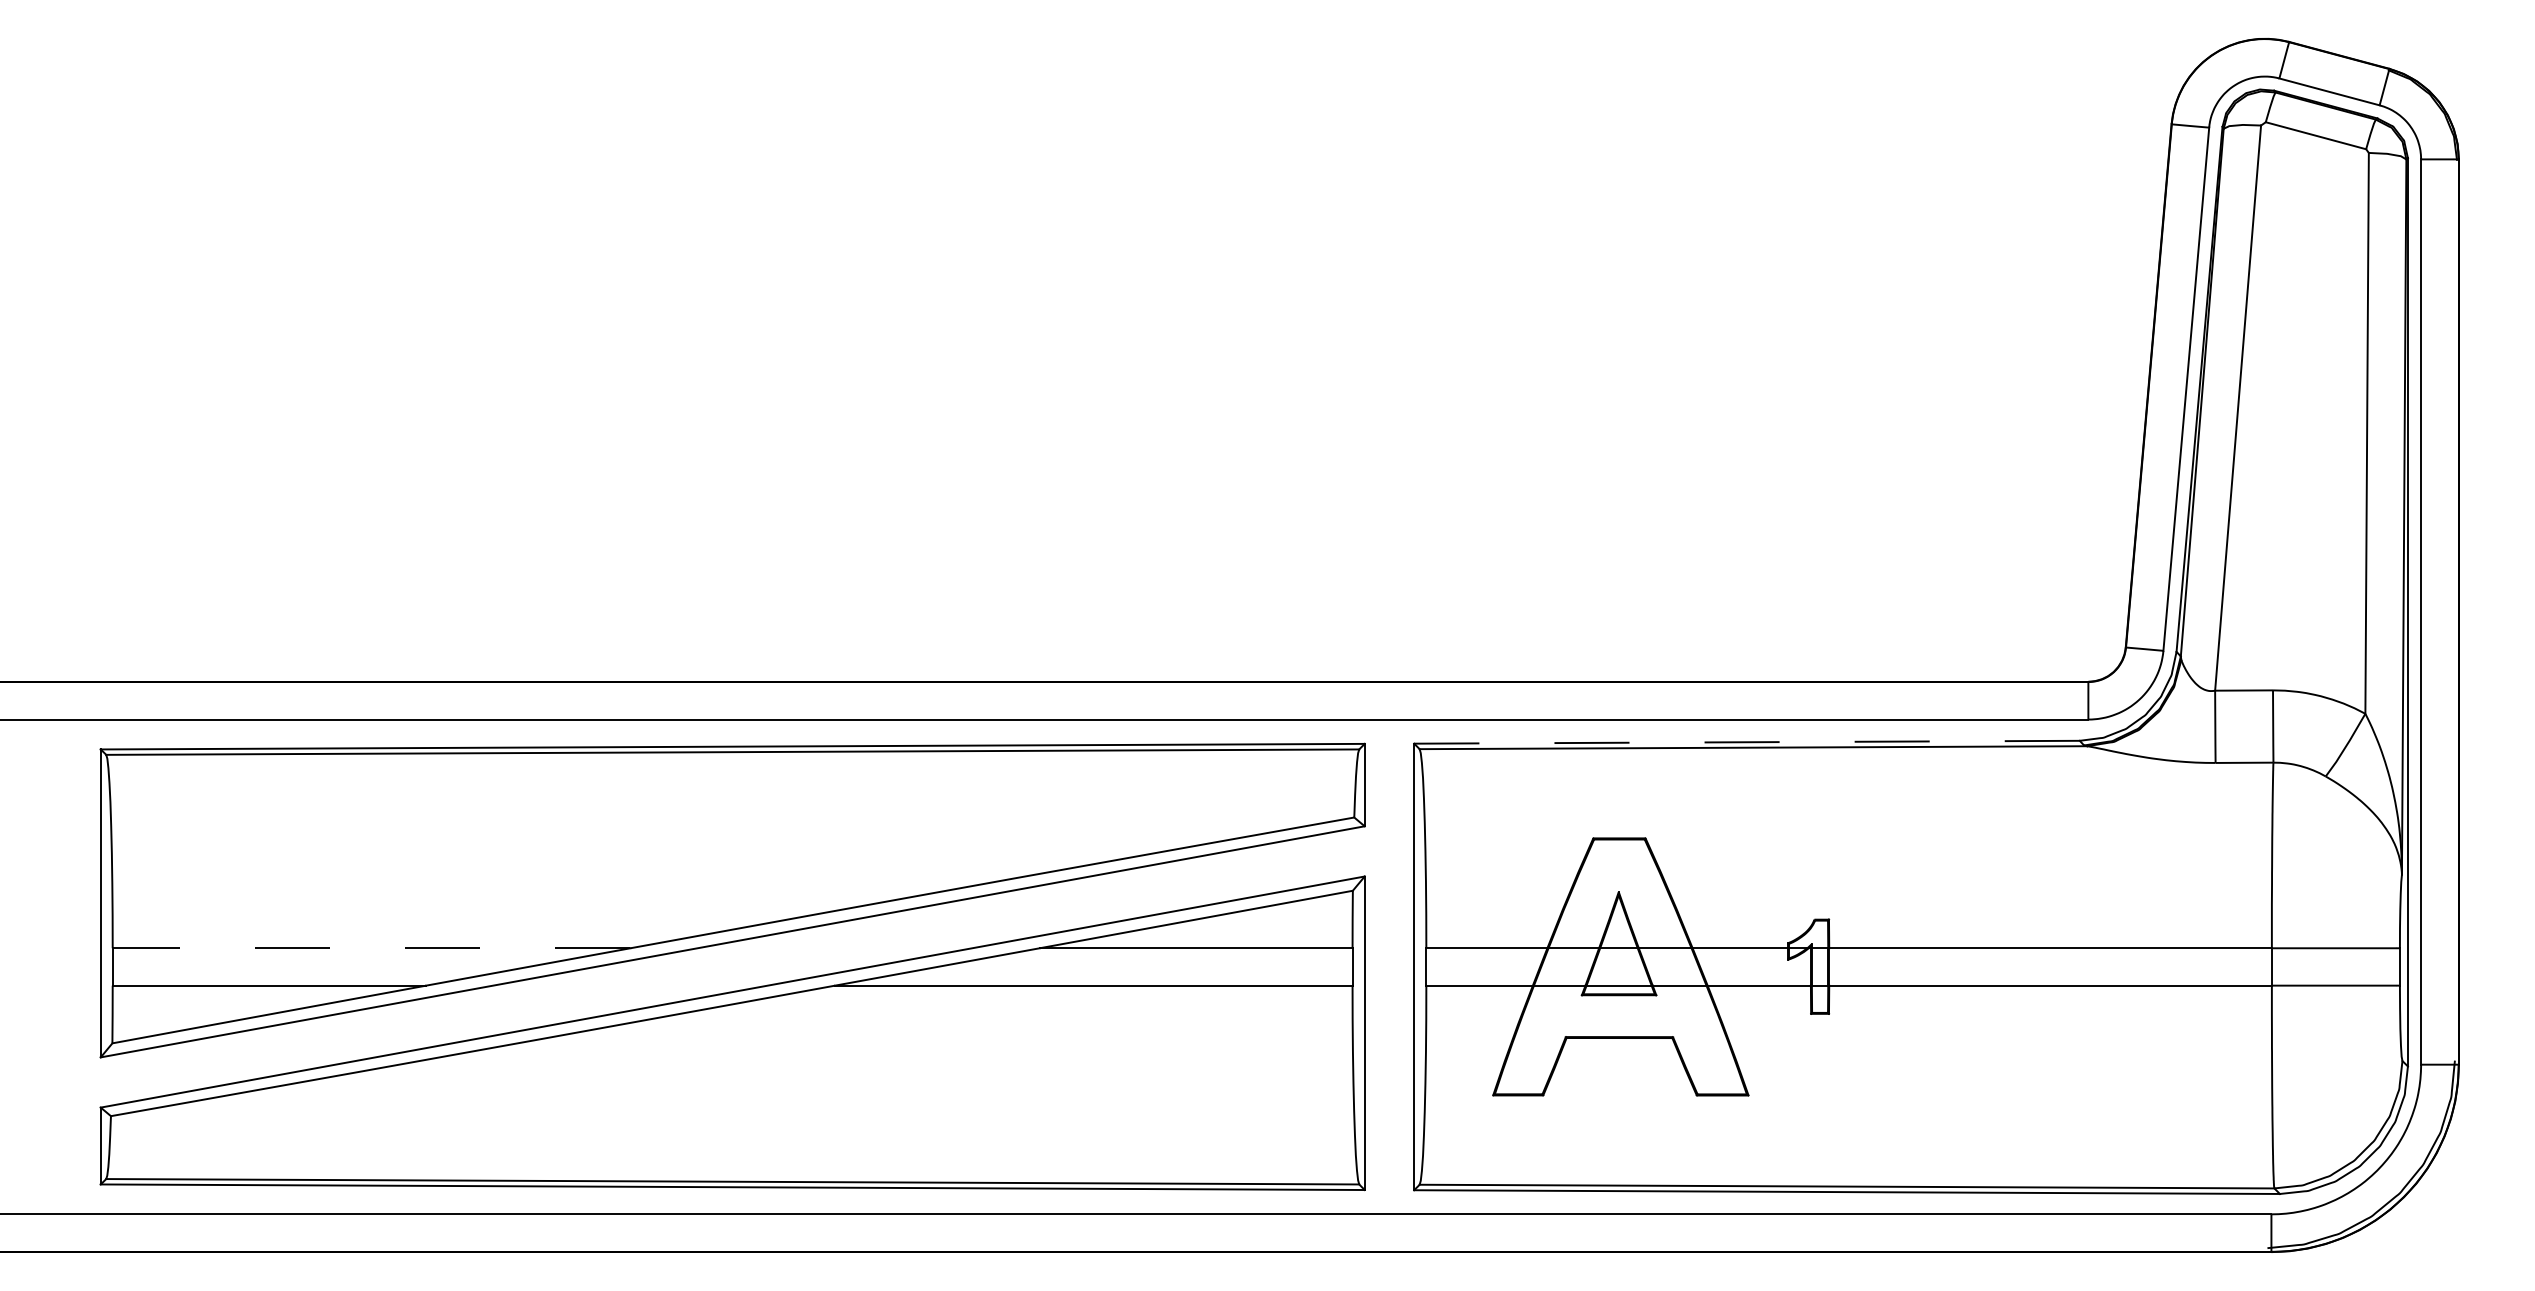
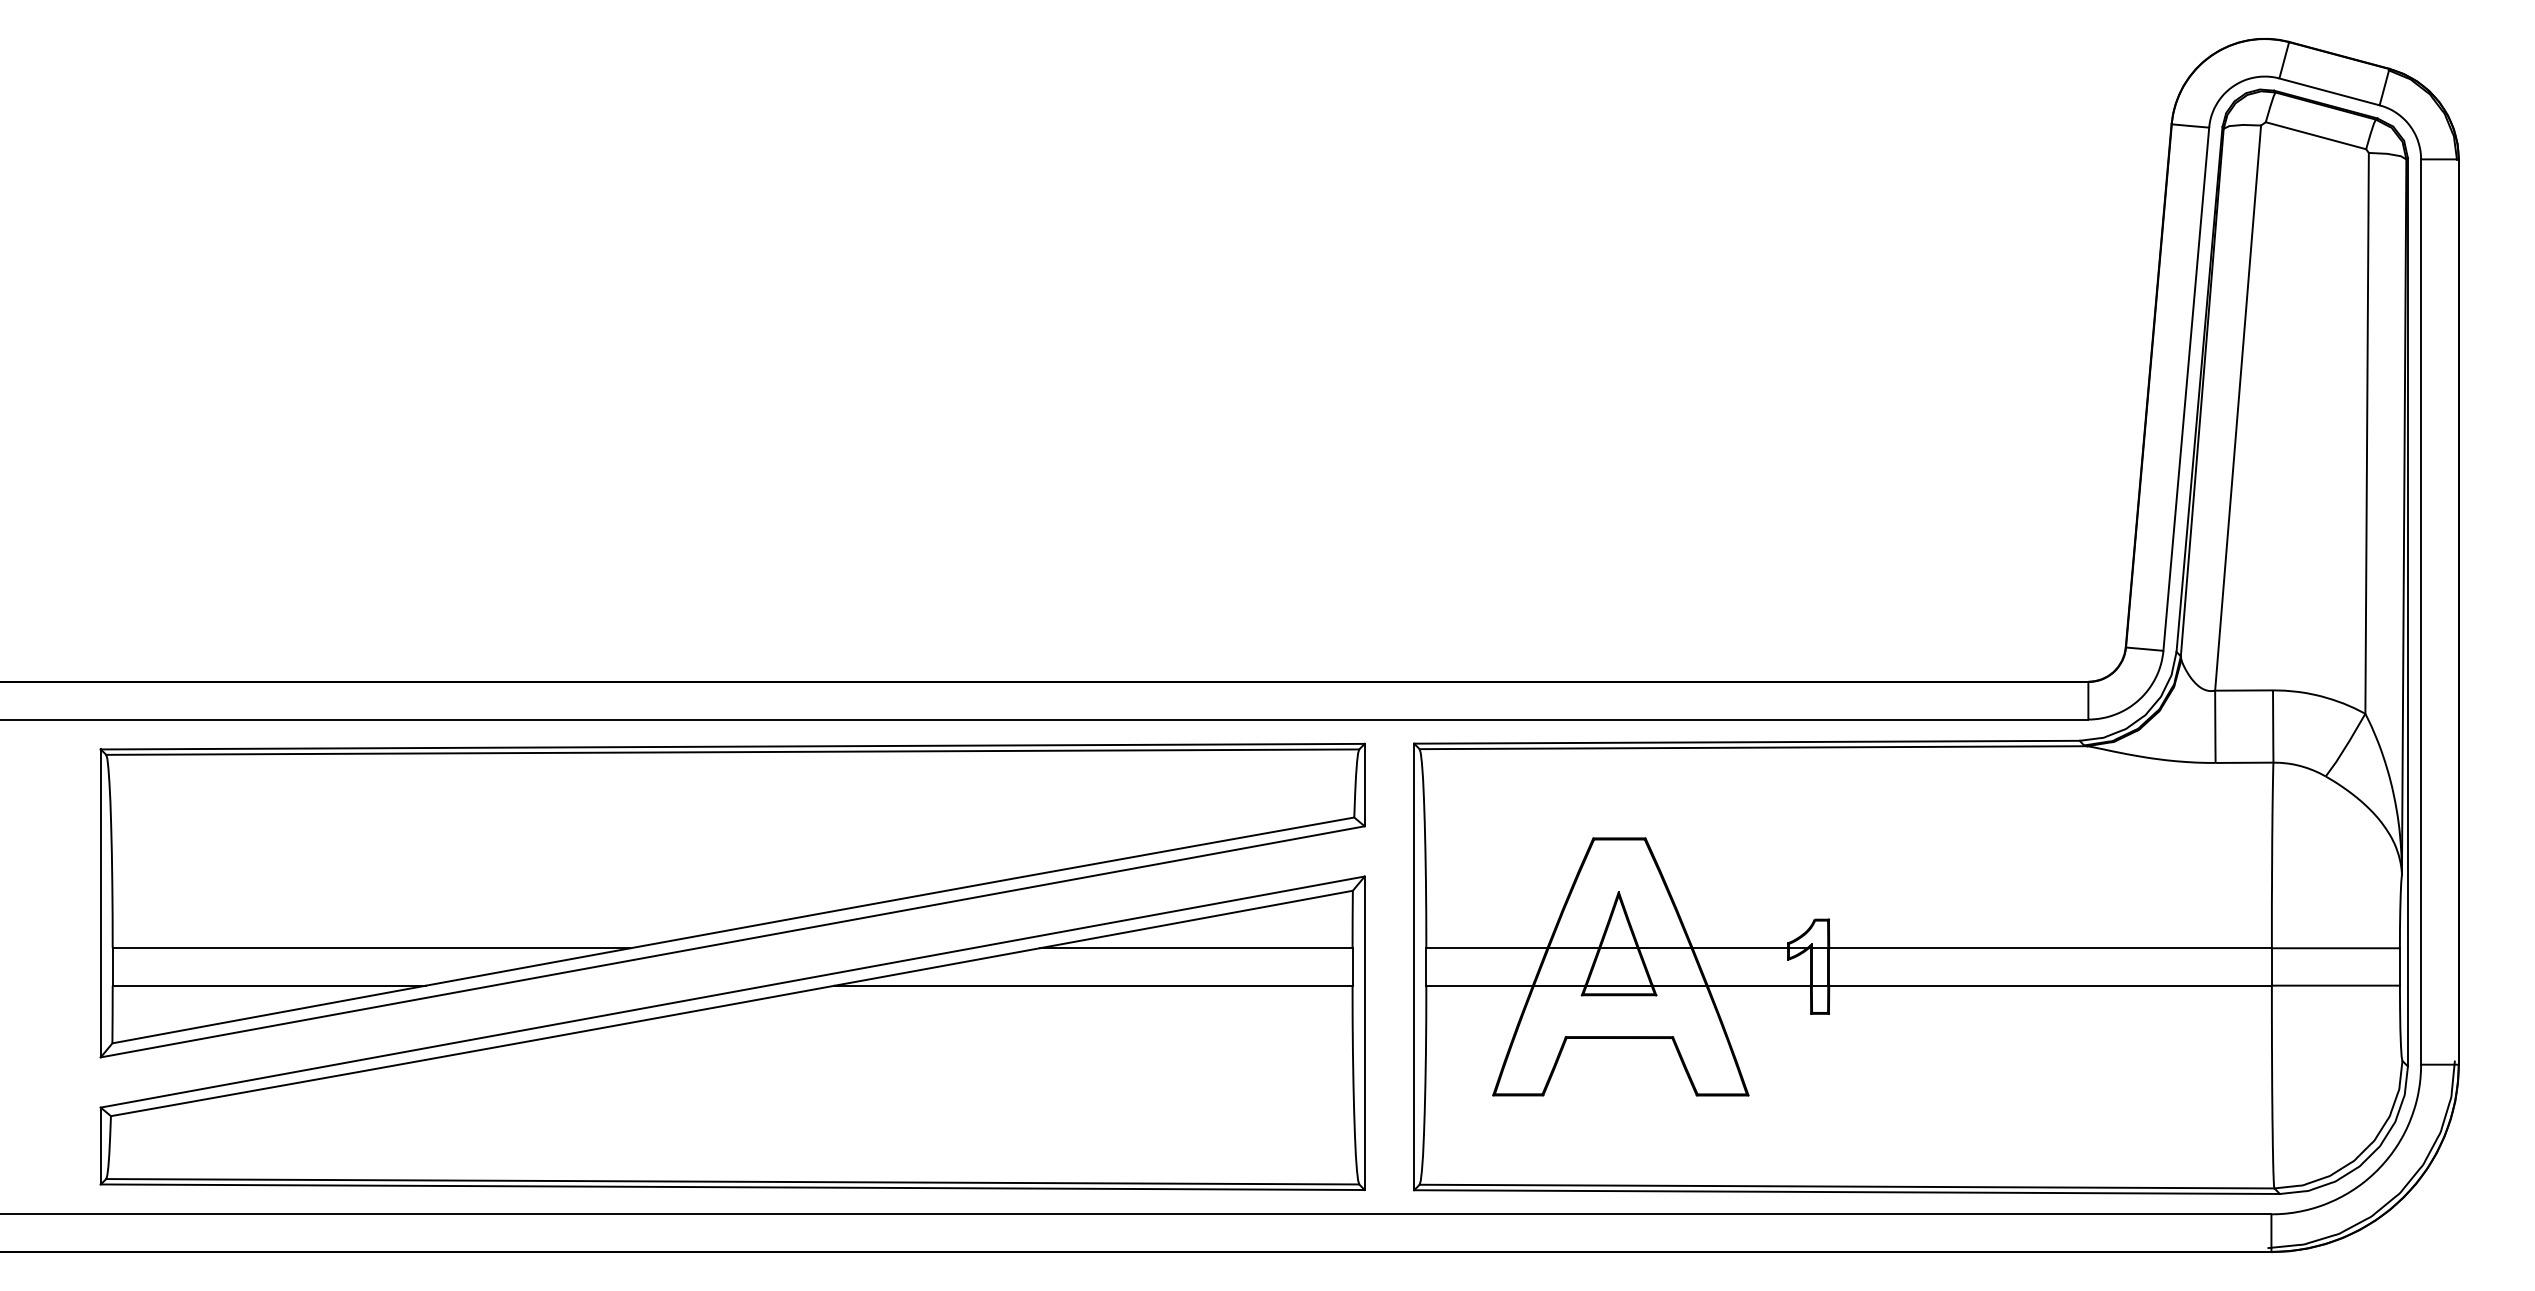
line at (1747, 742): dashed -> solid
line at (371, 948): dashed -> solid
